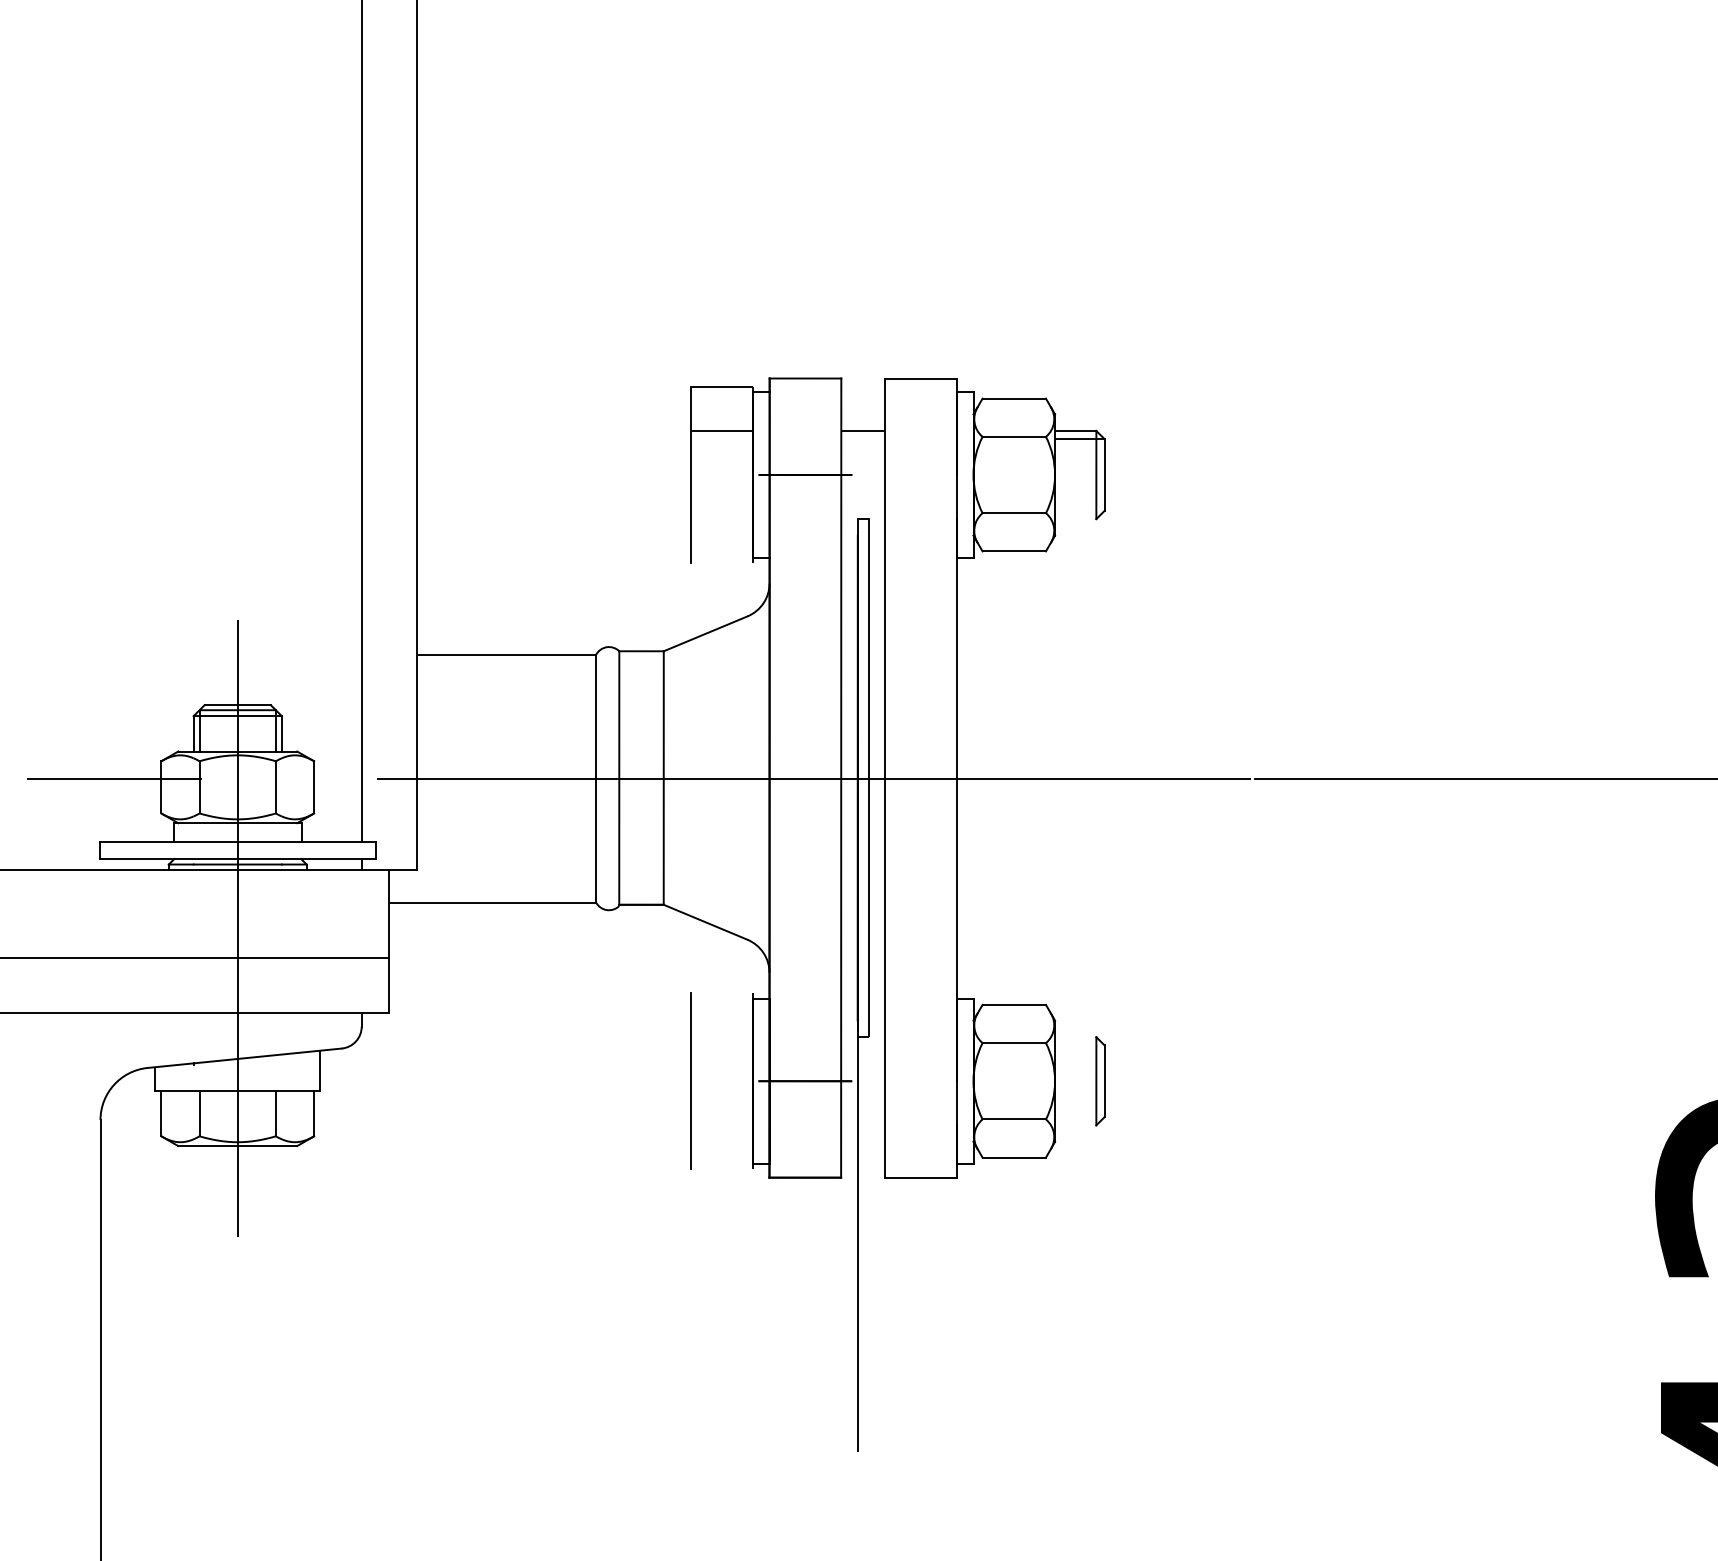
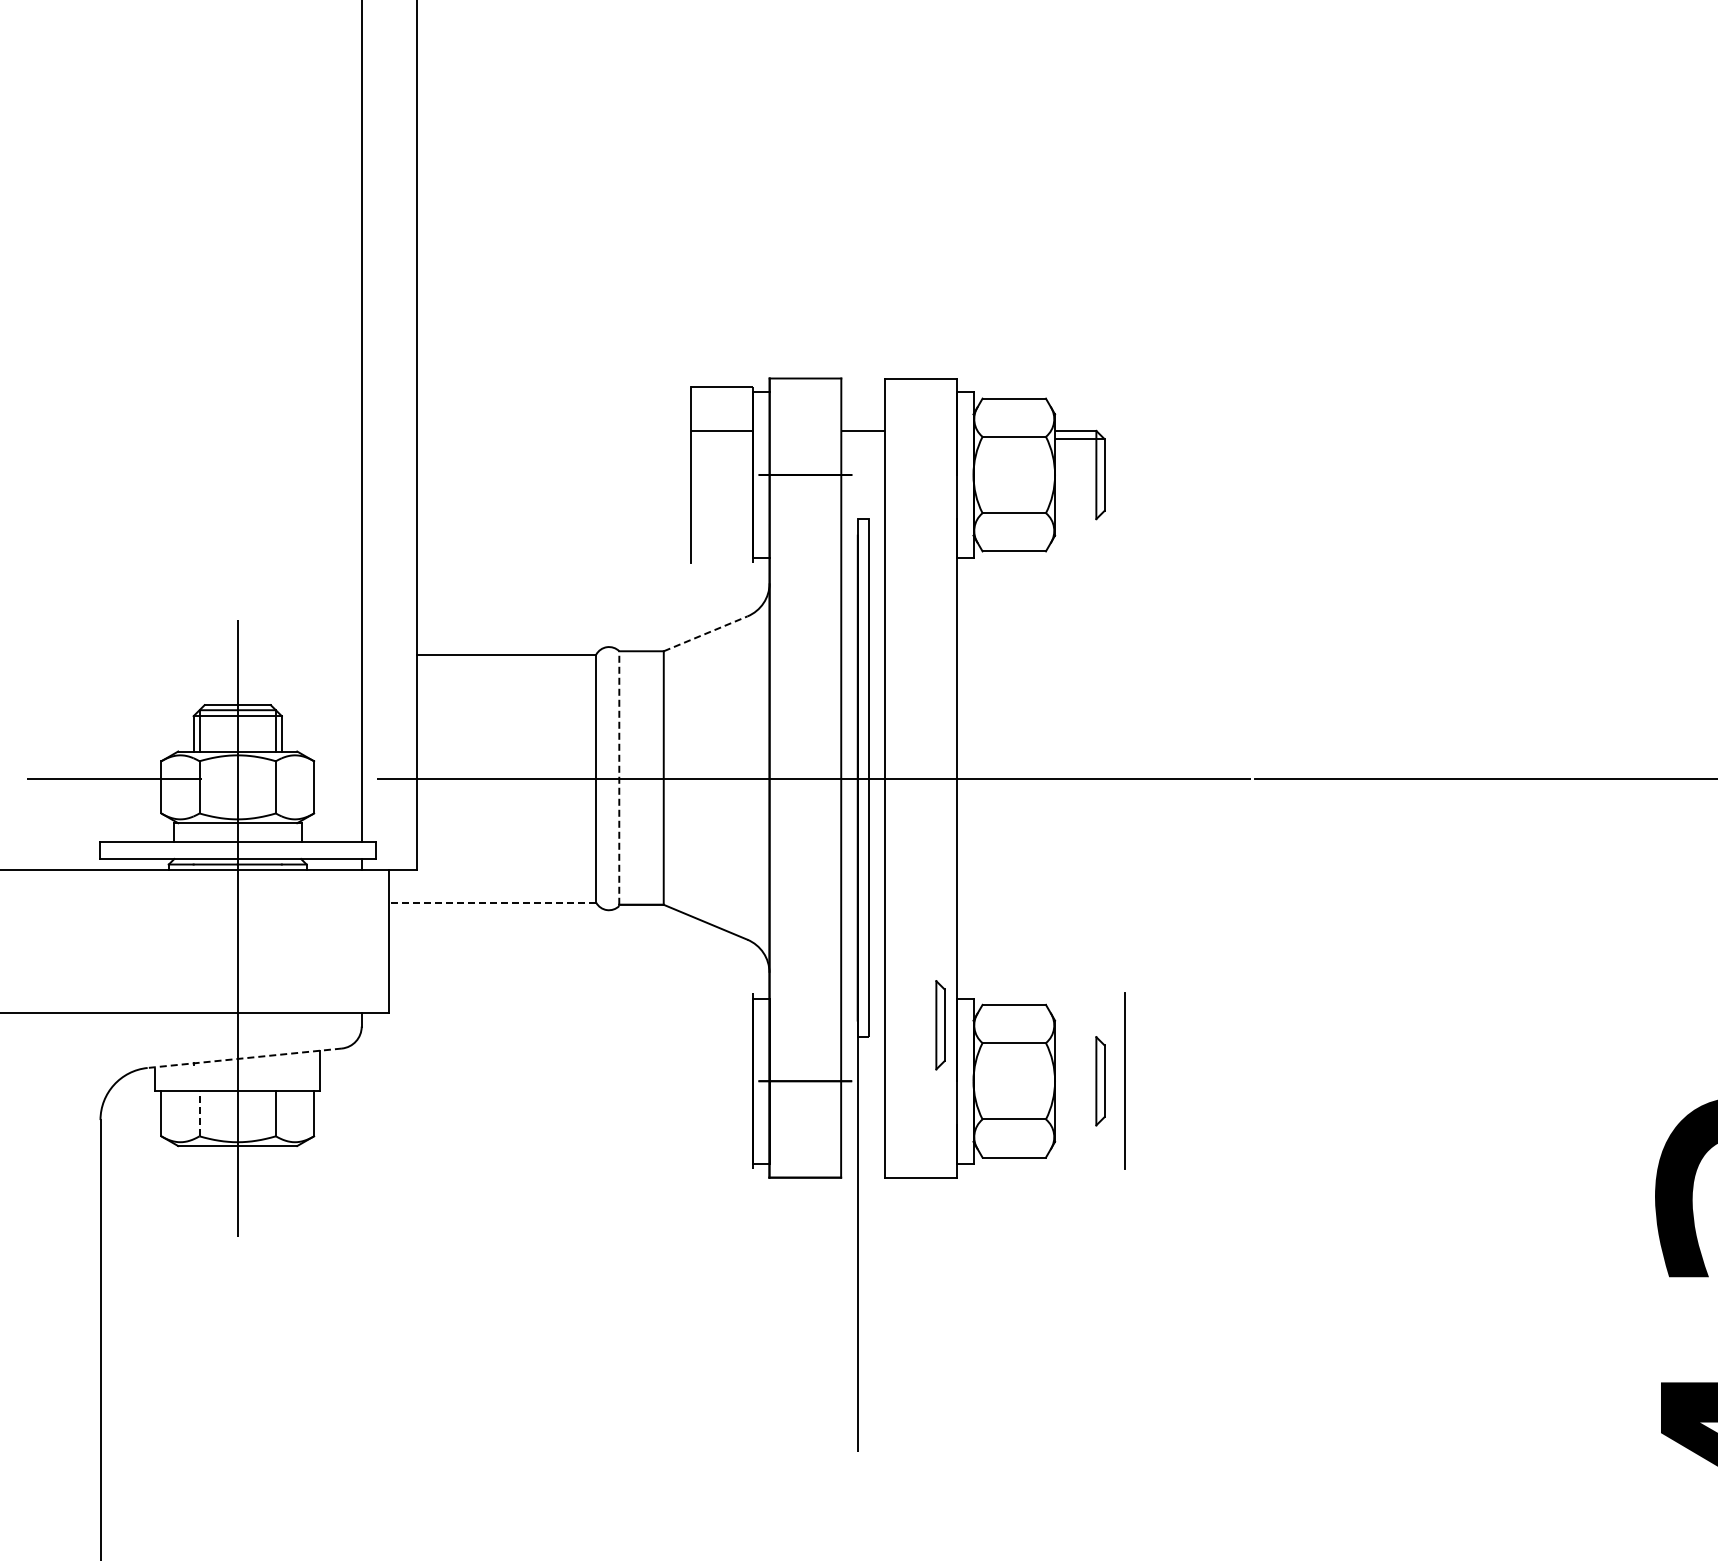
line at (706, 633): solid -> dashed
line at (619, 778): solid -> dashed
line at (492, 902): solid -> dashed
line at (195, 958): present -> none
part at (940, 1025): none -> present
line at (244, 1058): solid -> dashed
line at (690, 1080) position: (690, 1080) -> (1124, 1080)
line at (199, 1113): solid -> dashed
